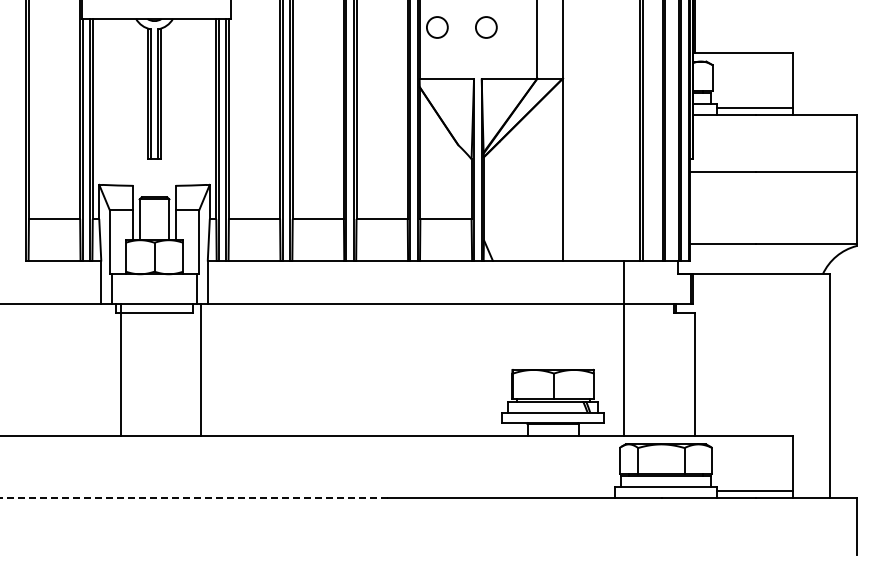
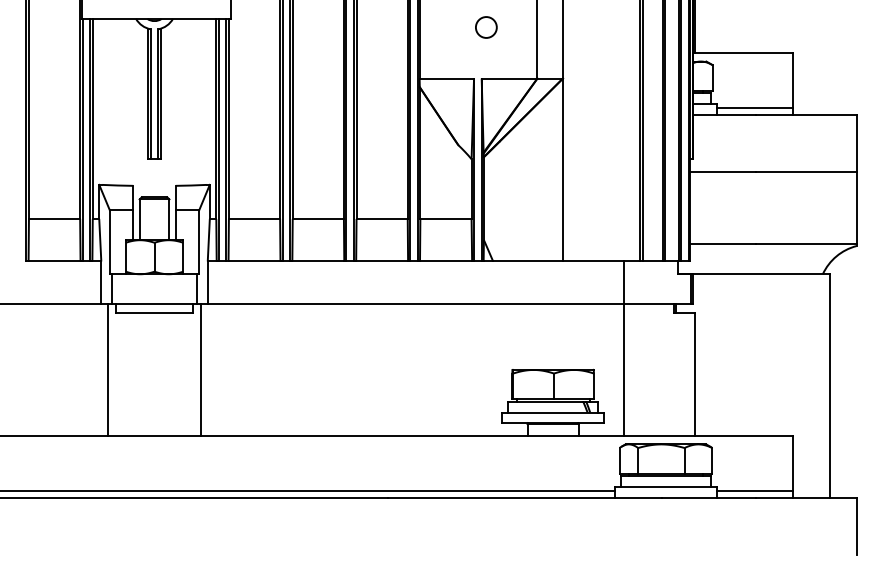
circle at (437, 27): present -> none
line at (120, 369) position: (120, 369) -> (107, 369)
line at (308, 490): none -> present
line at (193, 497): dashed -> solid
